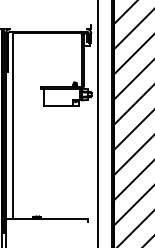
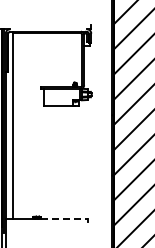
line at (98, 123): present -> none
line at (64, 218): solid -> dashed
